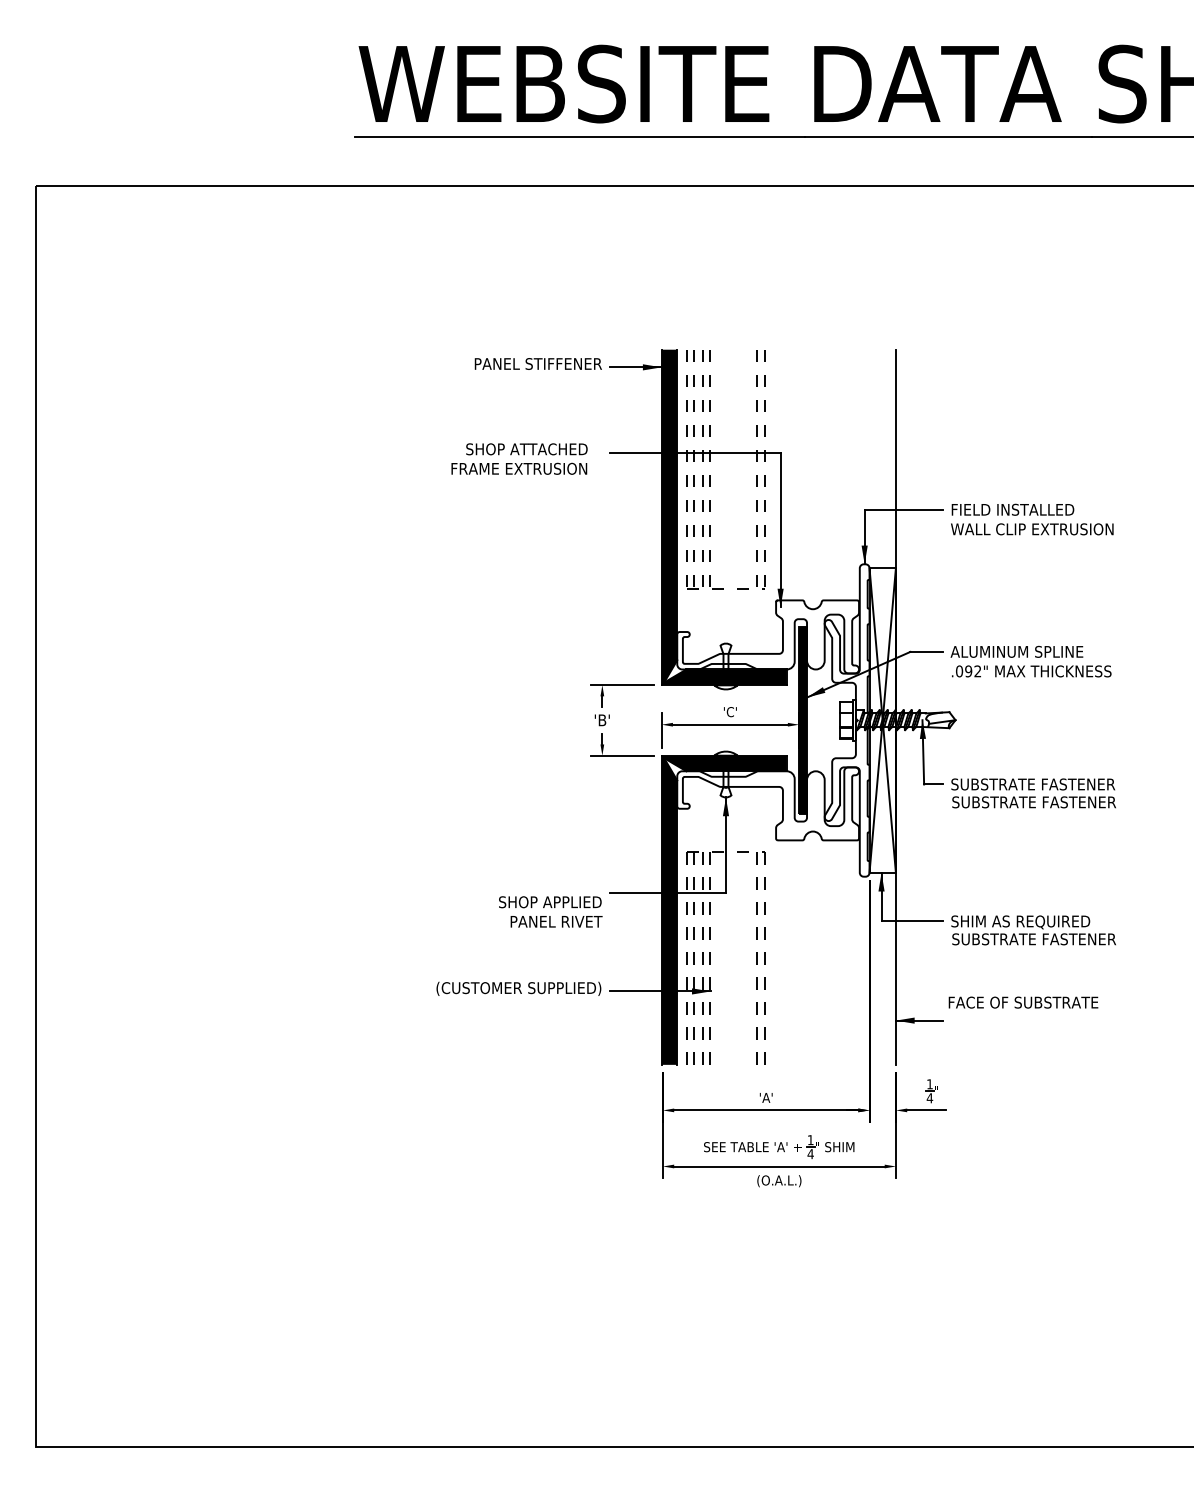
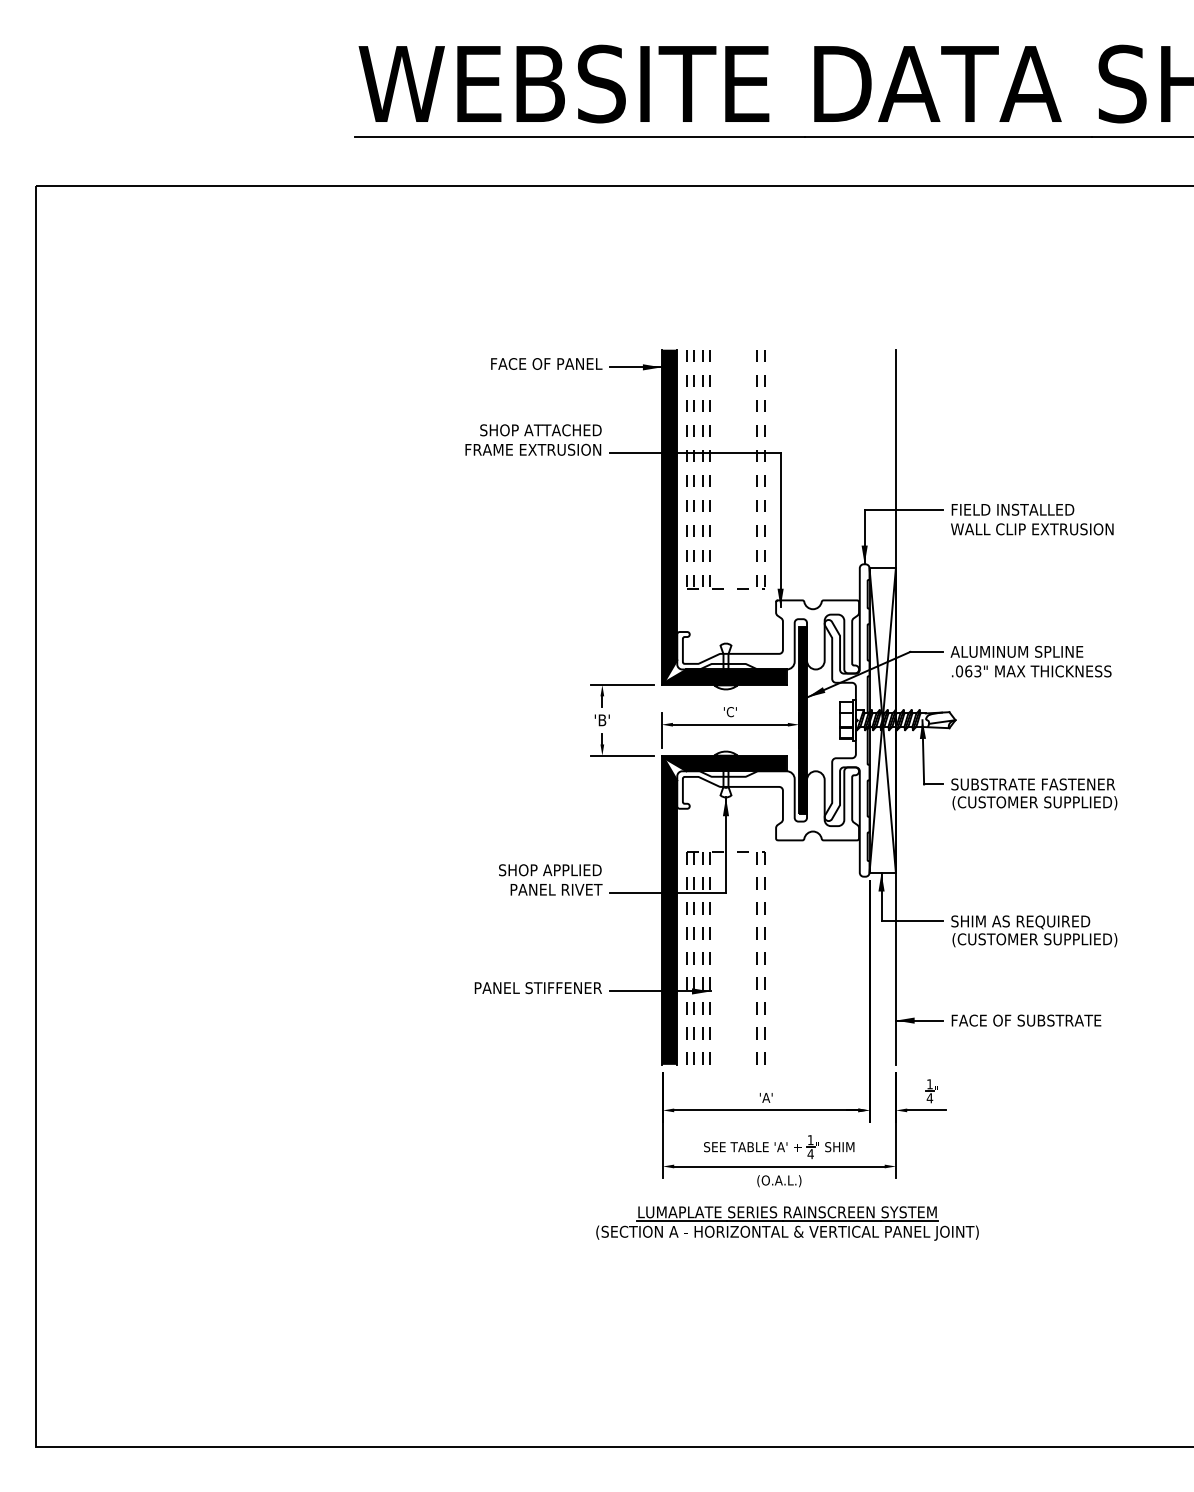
text at (538, 363): PANEL STIFFENER -> FACE OF PANEL
text at (519, 458) position: (519, 458) -> (533, 439)
text at (973, 671): .092" -> .063"
text at (1034, 803): SUBSTRATE FASTENER -> (CUSTOMER SUPPLIED)
text at (550, 911) position: (550, 911) -> (550, 879)
text at (1034, 940): SUBSTRATE FASTENER -> (CUSTOMER SUPPLIED)
text at (518, 988): (CUSTOMER SUPPLIED) -> PANEL STIFFENER
text at (1023, 1002) position: (1023, 1002) -> (1026, 1020)
part at (787, 1223): none -> present
